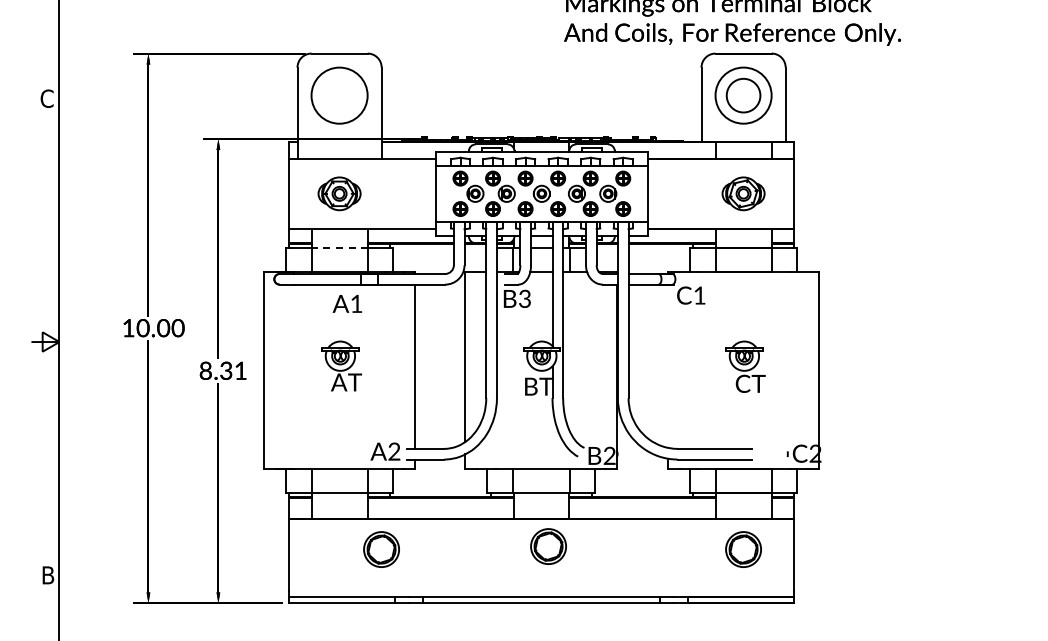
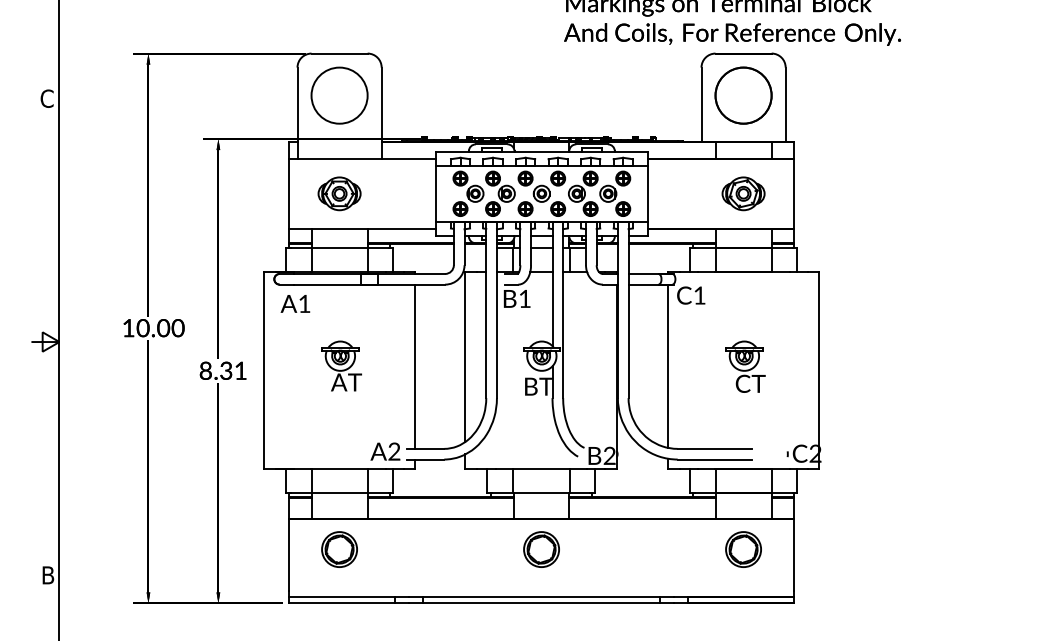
circle at (743, 95) diameter: 34 px -> 56 px
line at (339, 247): dashed -> solid
text at (524, 298): B3 -> B1
text at (347, 303) position: (347, 303) -> (295, 303)
line at (667, 365): none -> present
part at (548, 546) position: (548, 546) -> (541, 549)
part at (381, 549) position: (381, 549) -> (339, 549)
